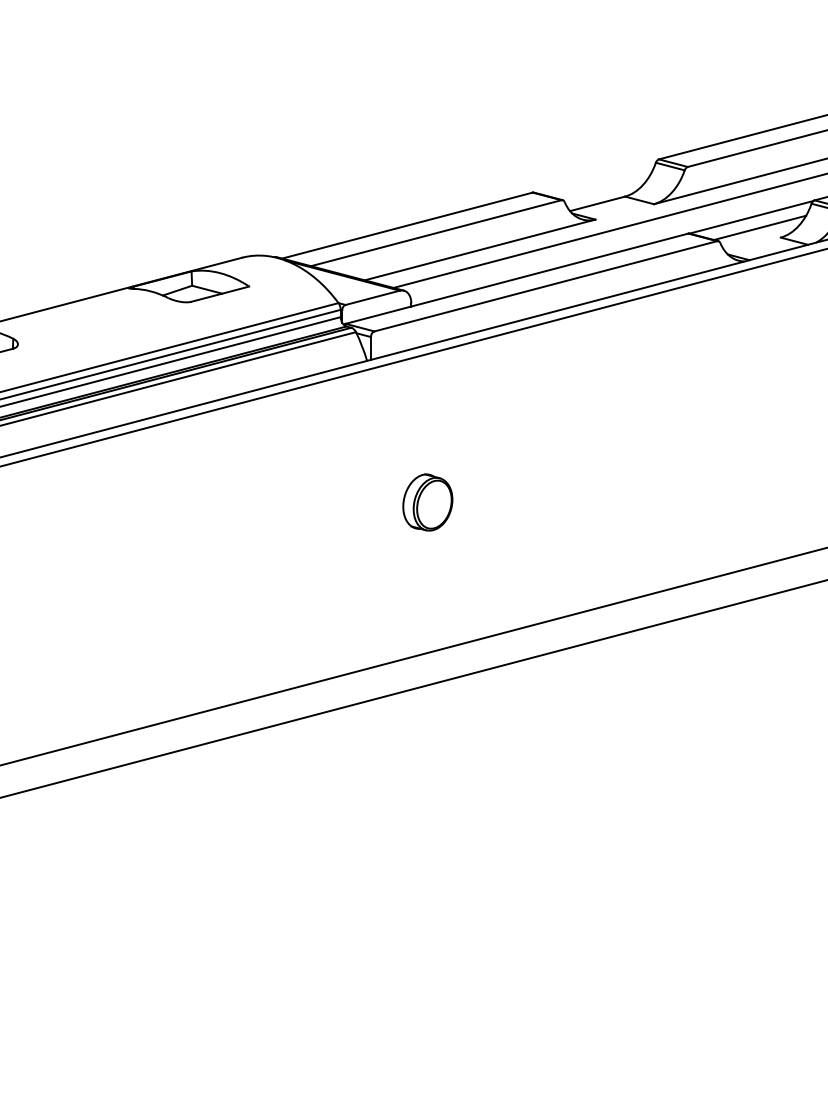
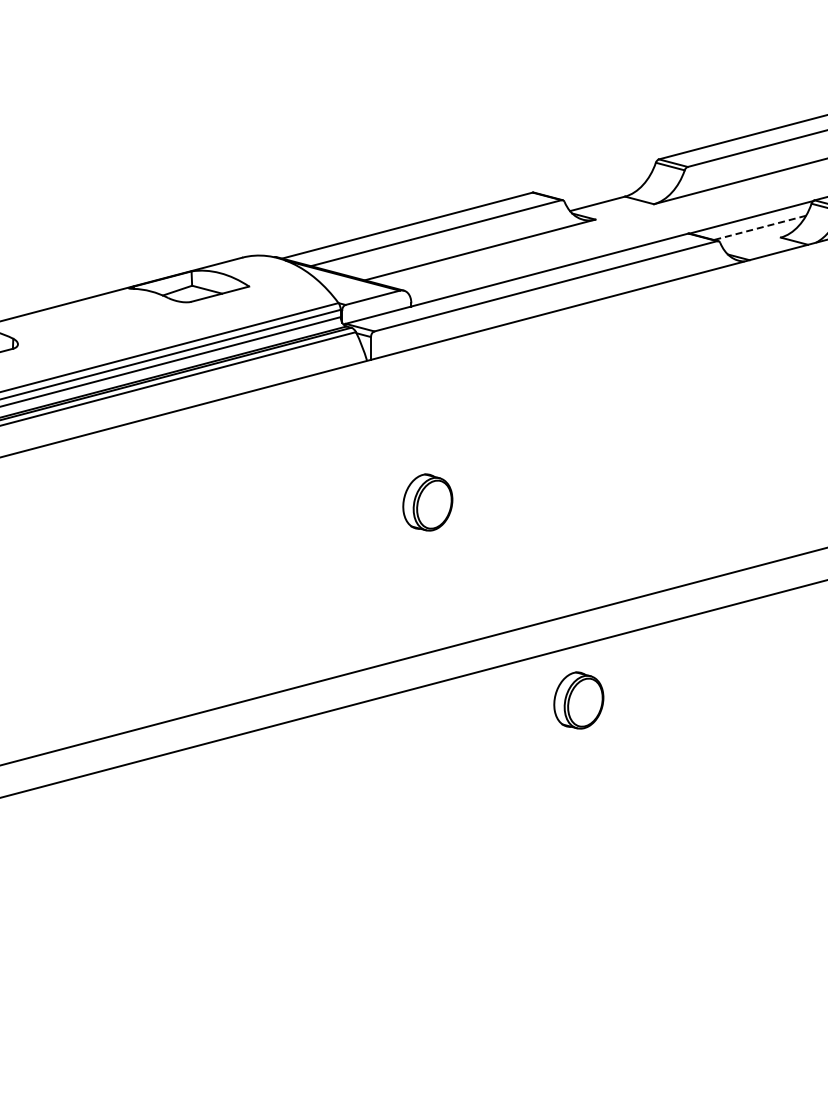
line at (760, 227): solid -> dashed
line at (608, 230): present -> none
line at (413, 357): present -> none
part at (578, 700): none -> present
